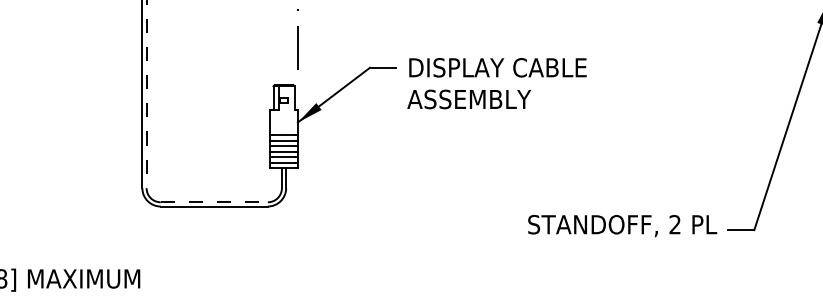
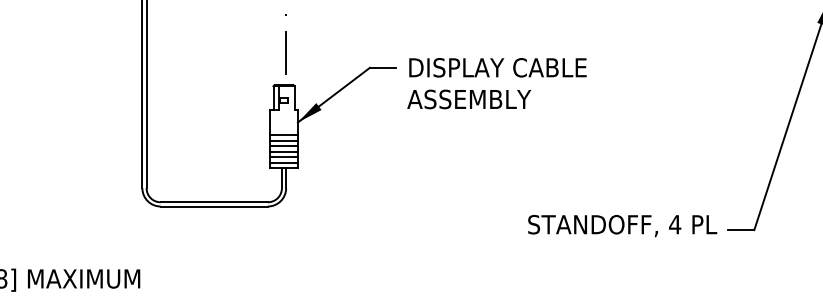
line at (297, 39) position: (297, 39) -> (285, 44)
line at (146, 94): dashed -> solid
line at (214, 202): dashed -> solid
text at (675, 224): 2 -> 4
